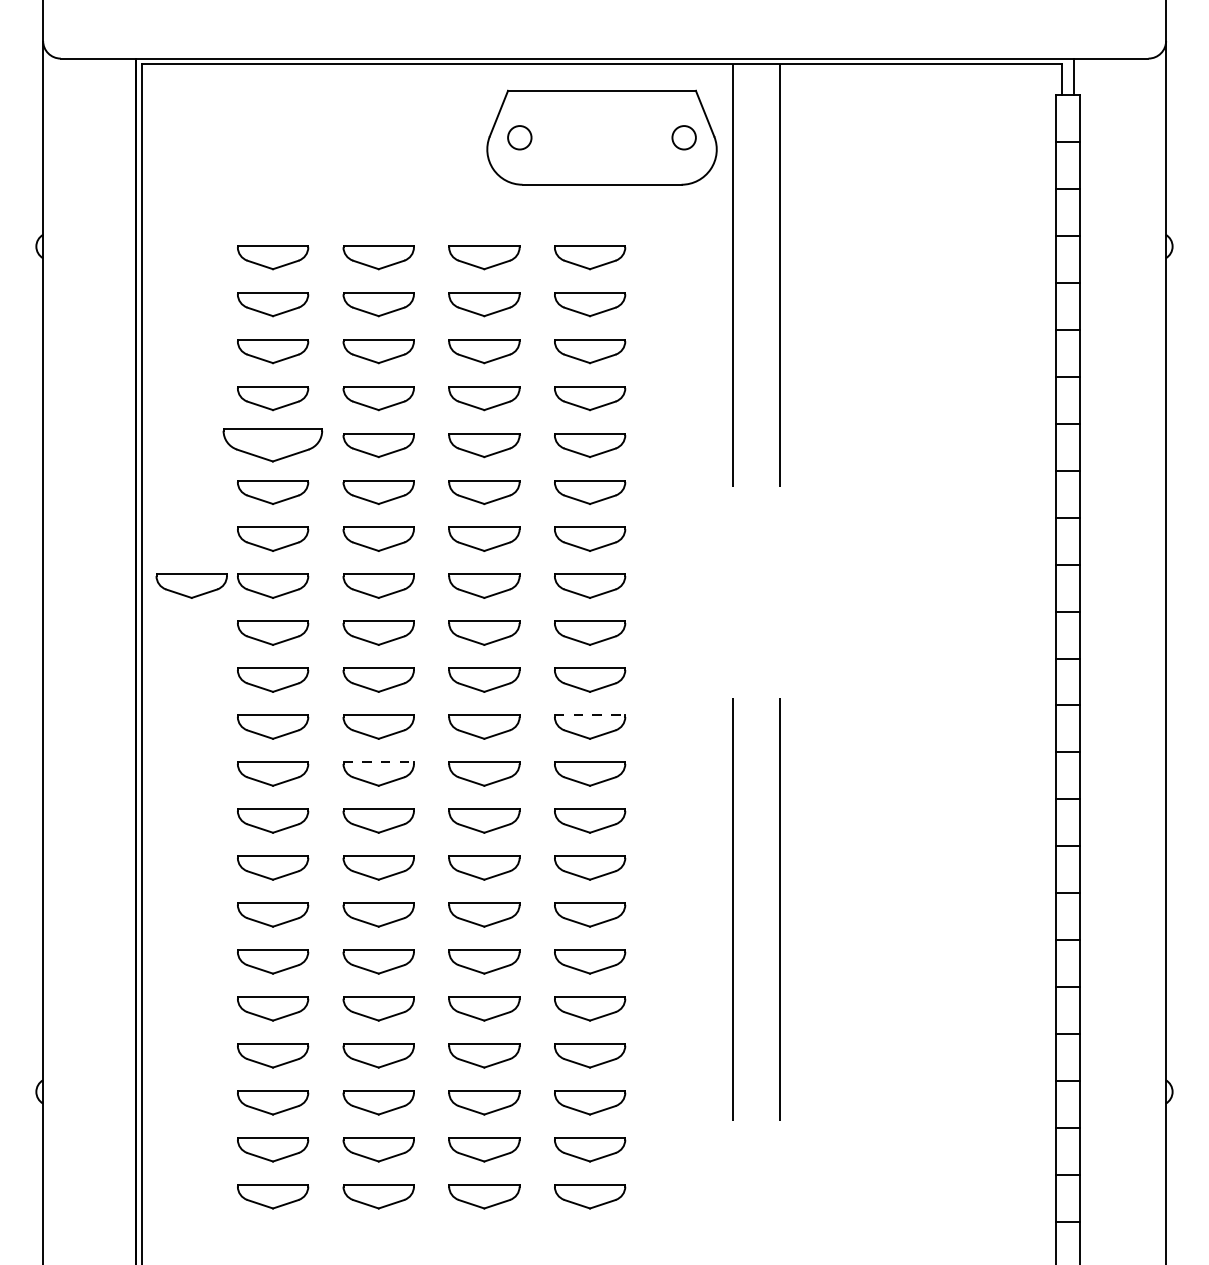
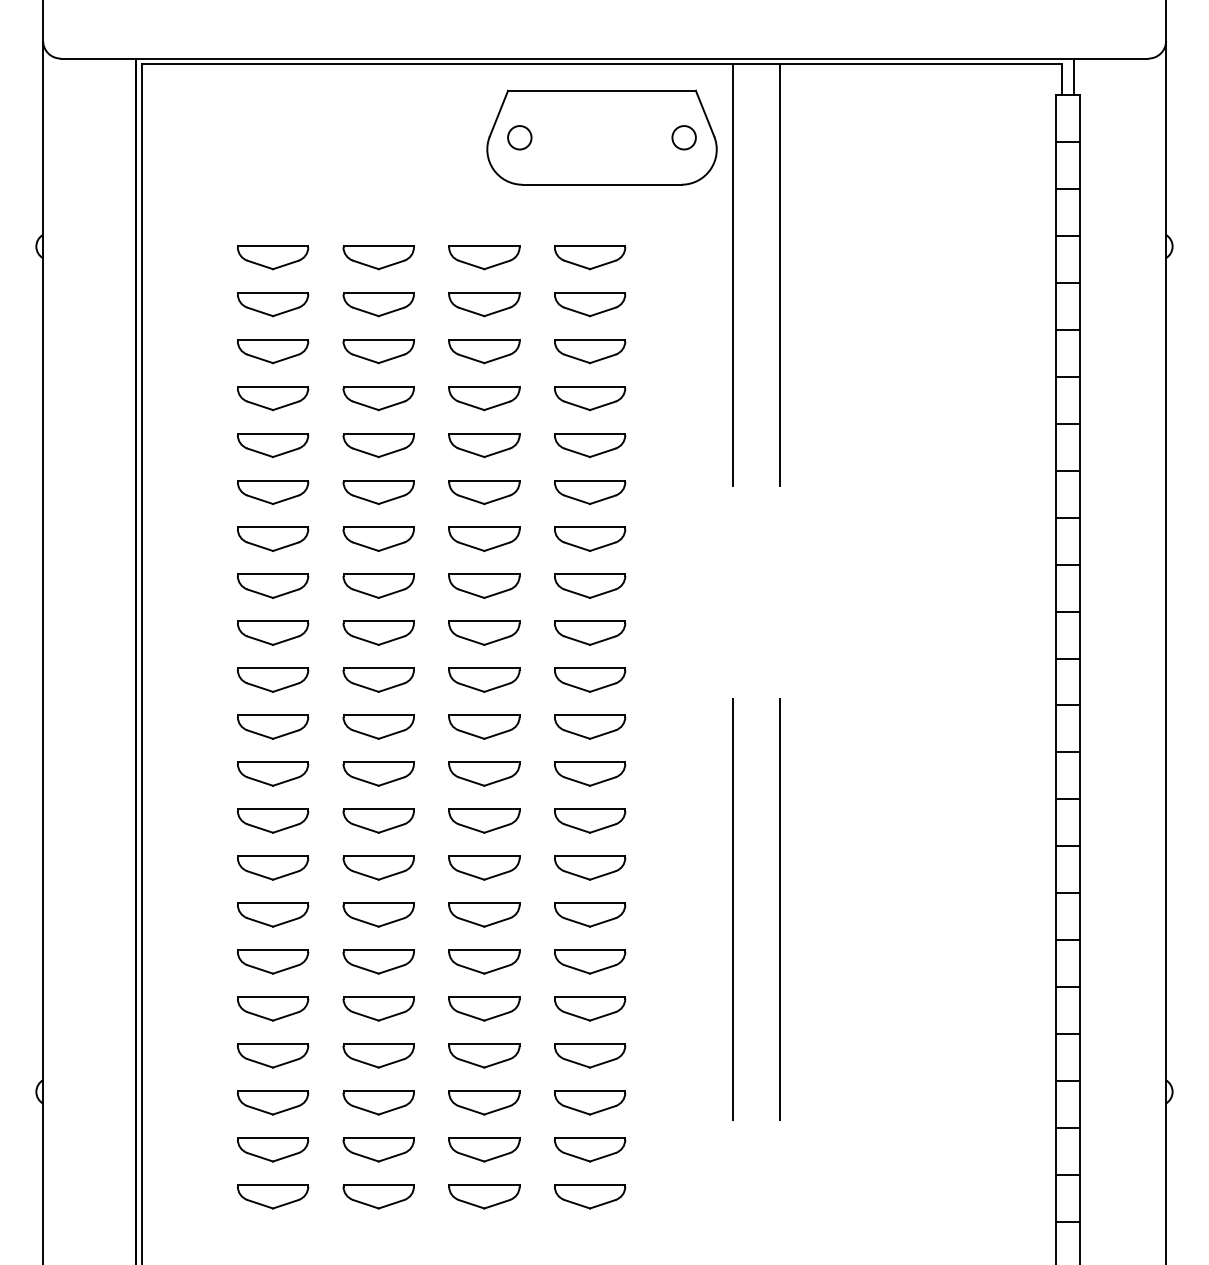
part at (272, 445) size: 102x35 px -> 73x26 px
part at (191, 585): present -> none
line at (590, 715): dashed -> solid
line at (379, 762): dashed -> solid
